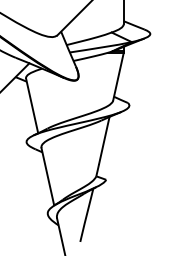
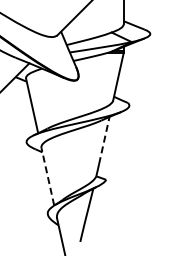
line at (104, 140): solid -> dashed
line at (47, 176): solid -> dashed
